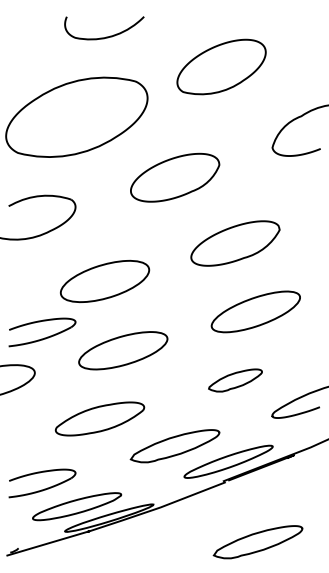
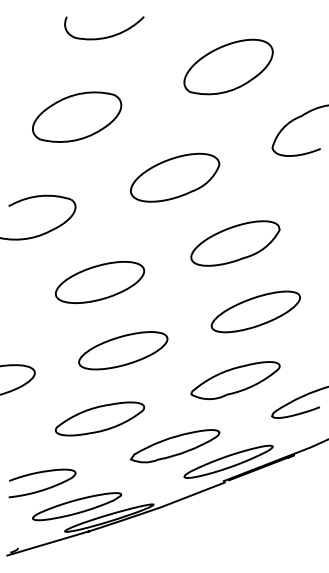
part at (221, 66) position: (221, 66) -> (228, 66)
part at (76, 116) size: 144x82 px -> 91x52 px
part at (105, 280) position: (105, 280) -> (100, 281)
part at (42, 332): present -> none
part at (235, 380) size: 55x25 px -> 91x39 px
part at (257, 542): present -> none
